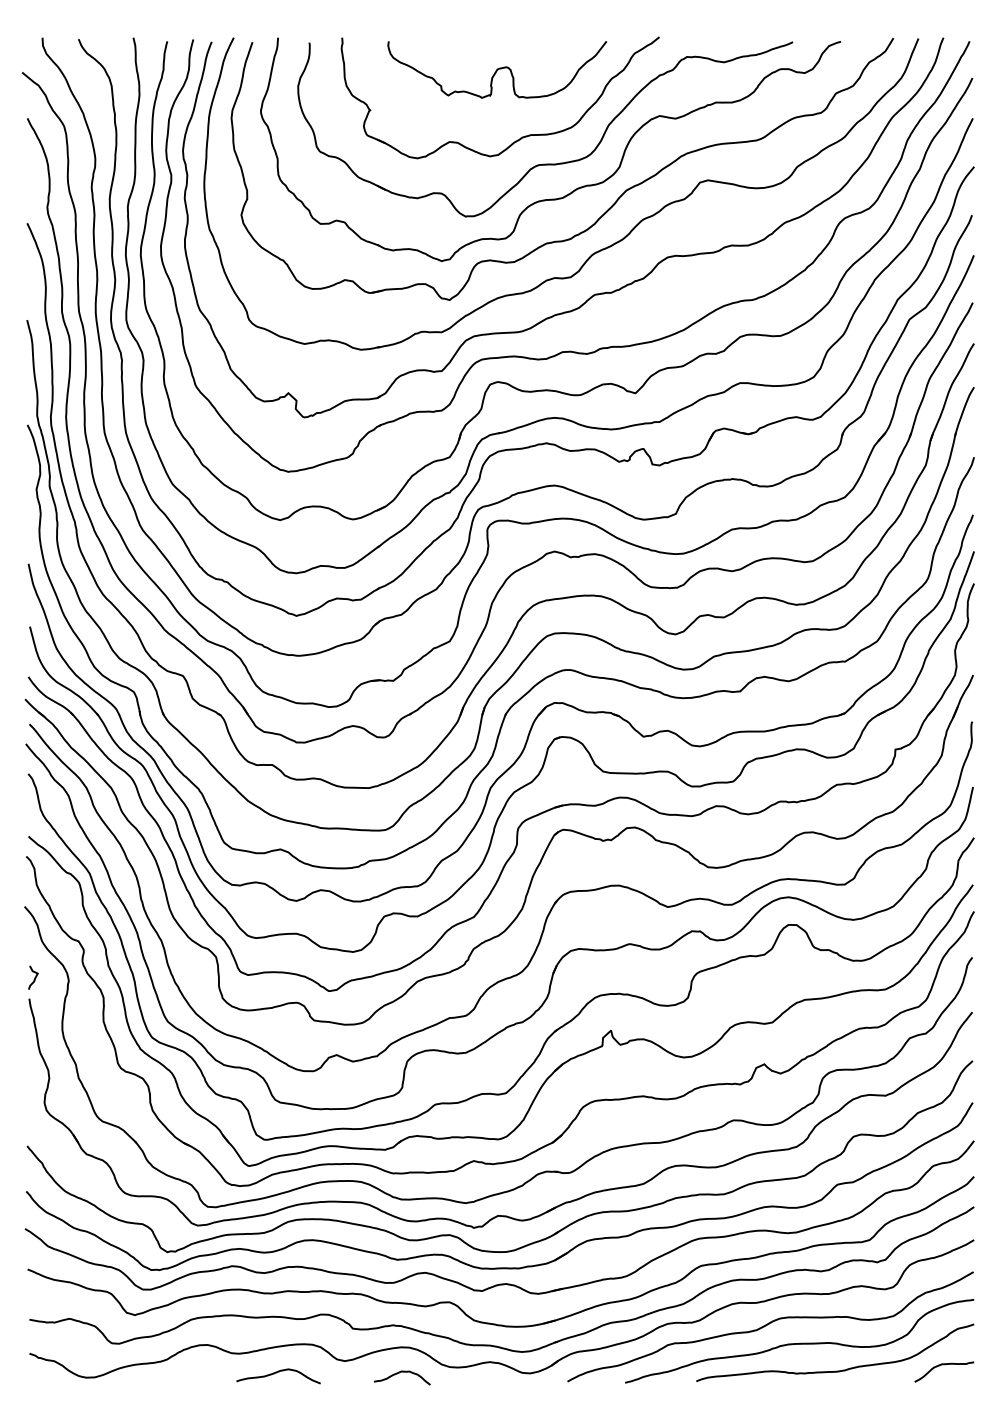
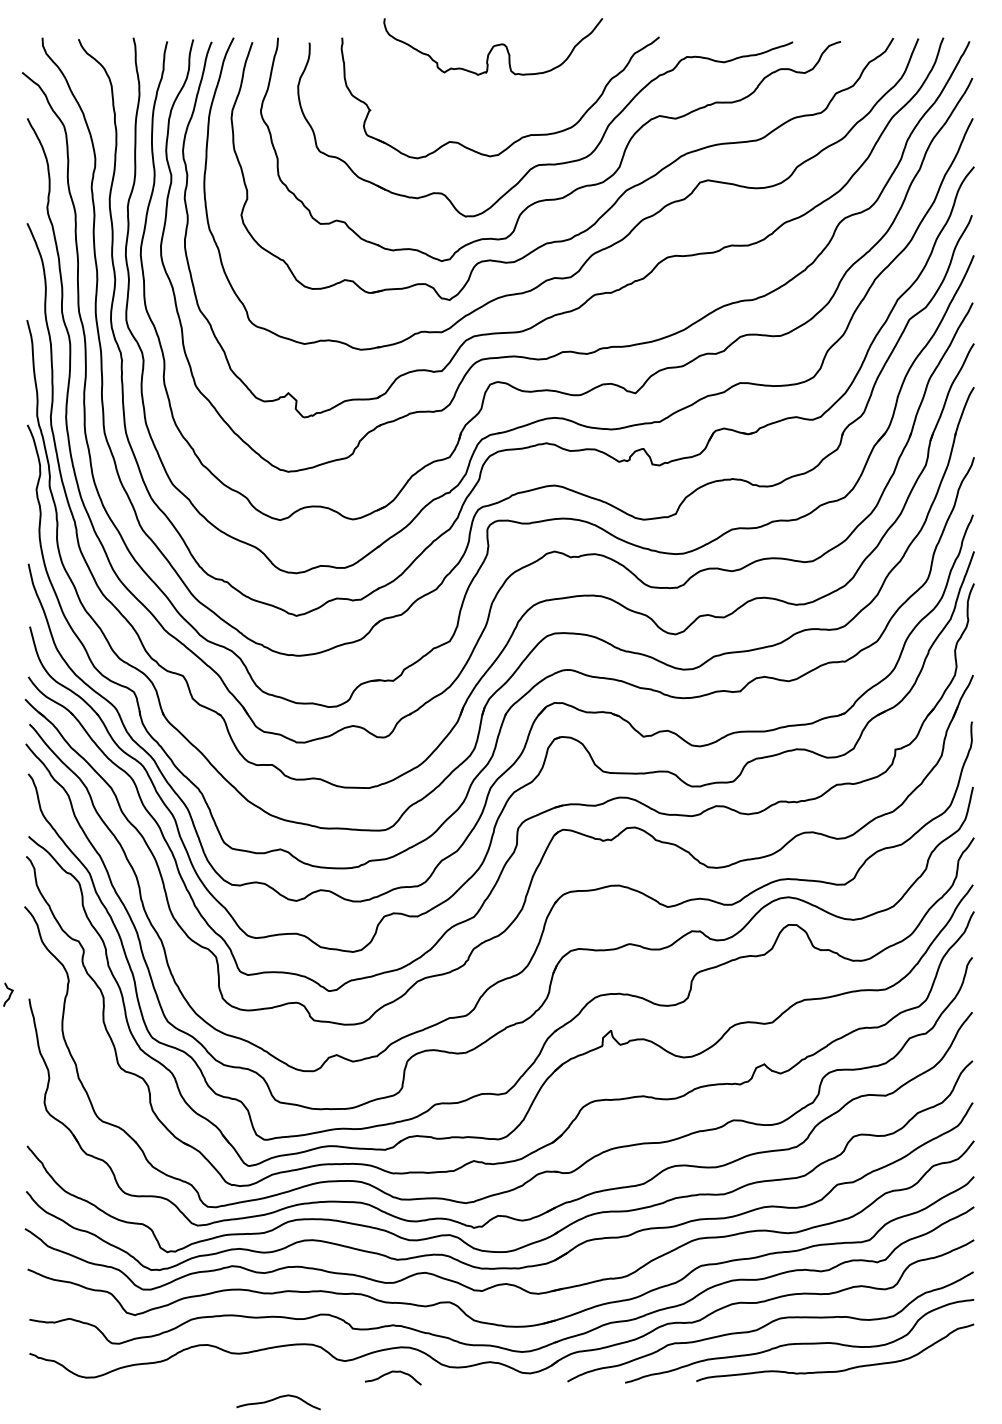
curve at (497, 69) position: (497, 69) -> (493, 46)
curve at (34, 977) position: (34, 977) -> (9, 994)
curve at (944, 1365): present -> none
curve at (402, 1372) position: (402, 1372) -> (393, 1372)
curve at (276, 1373) position: (276, 1373) -> (276, 1399)
